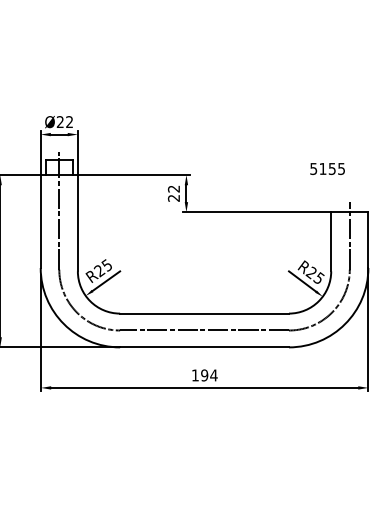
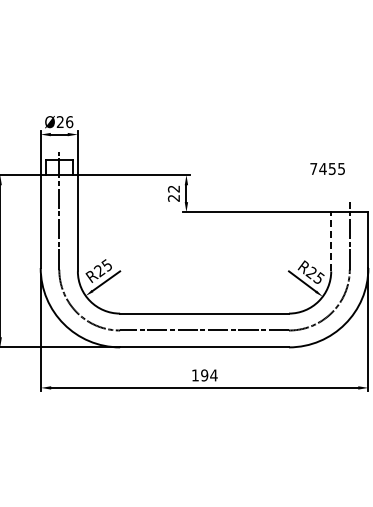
text at (69, 122): Ø22 -> Ø26
text at (318, 168): 5155 -> 7455
line at (331, 241): solid -> dashed
